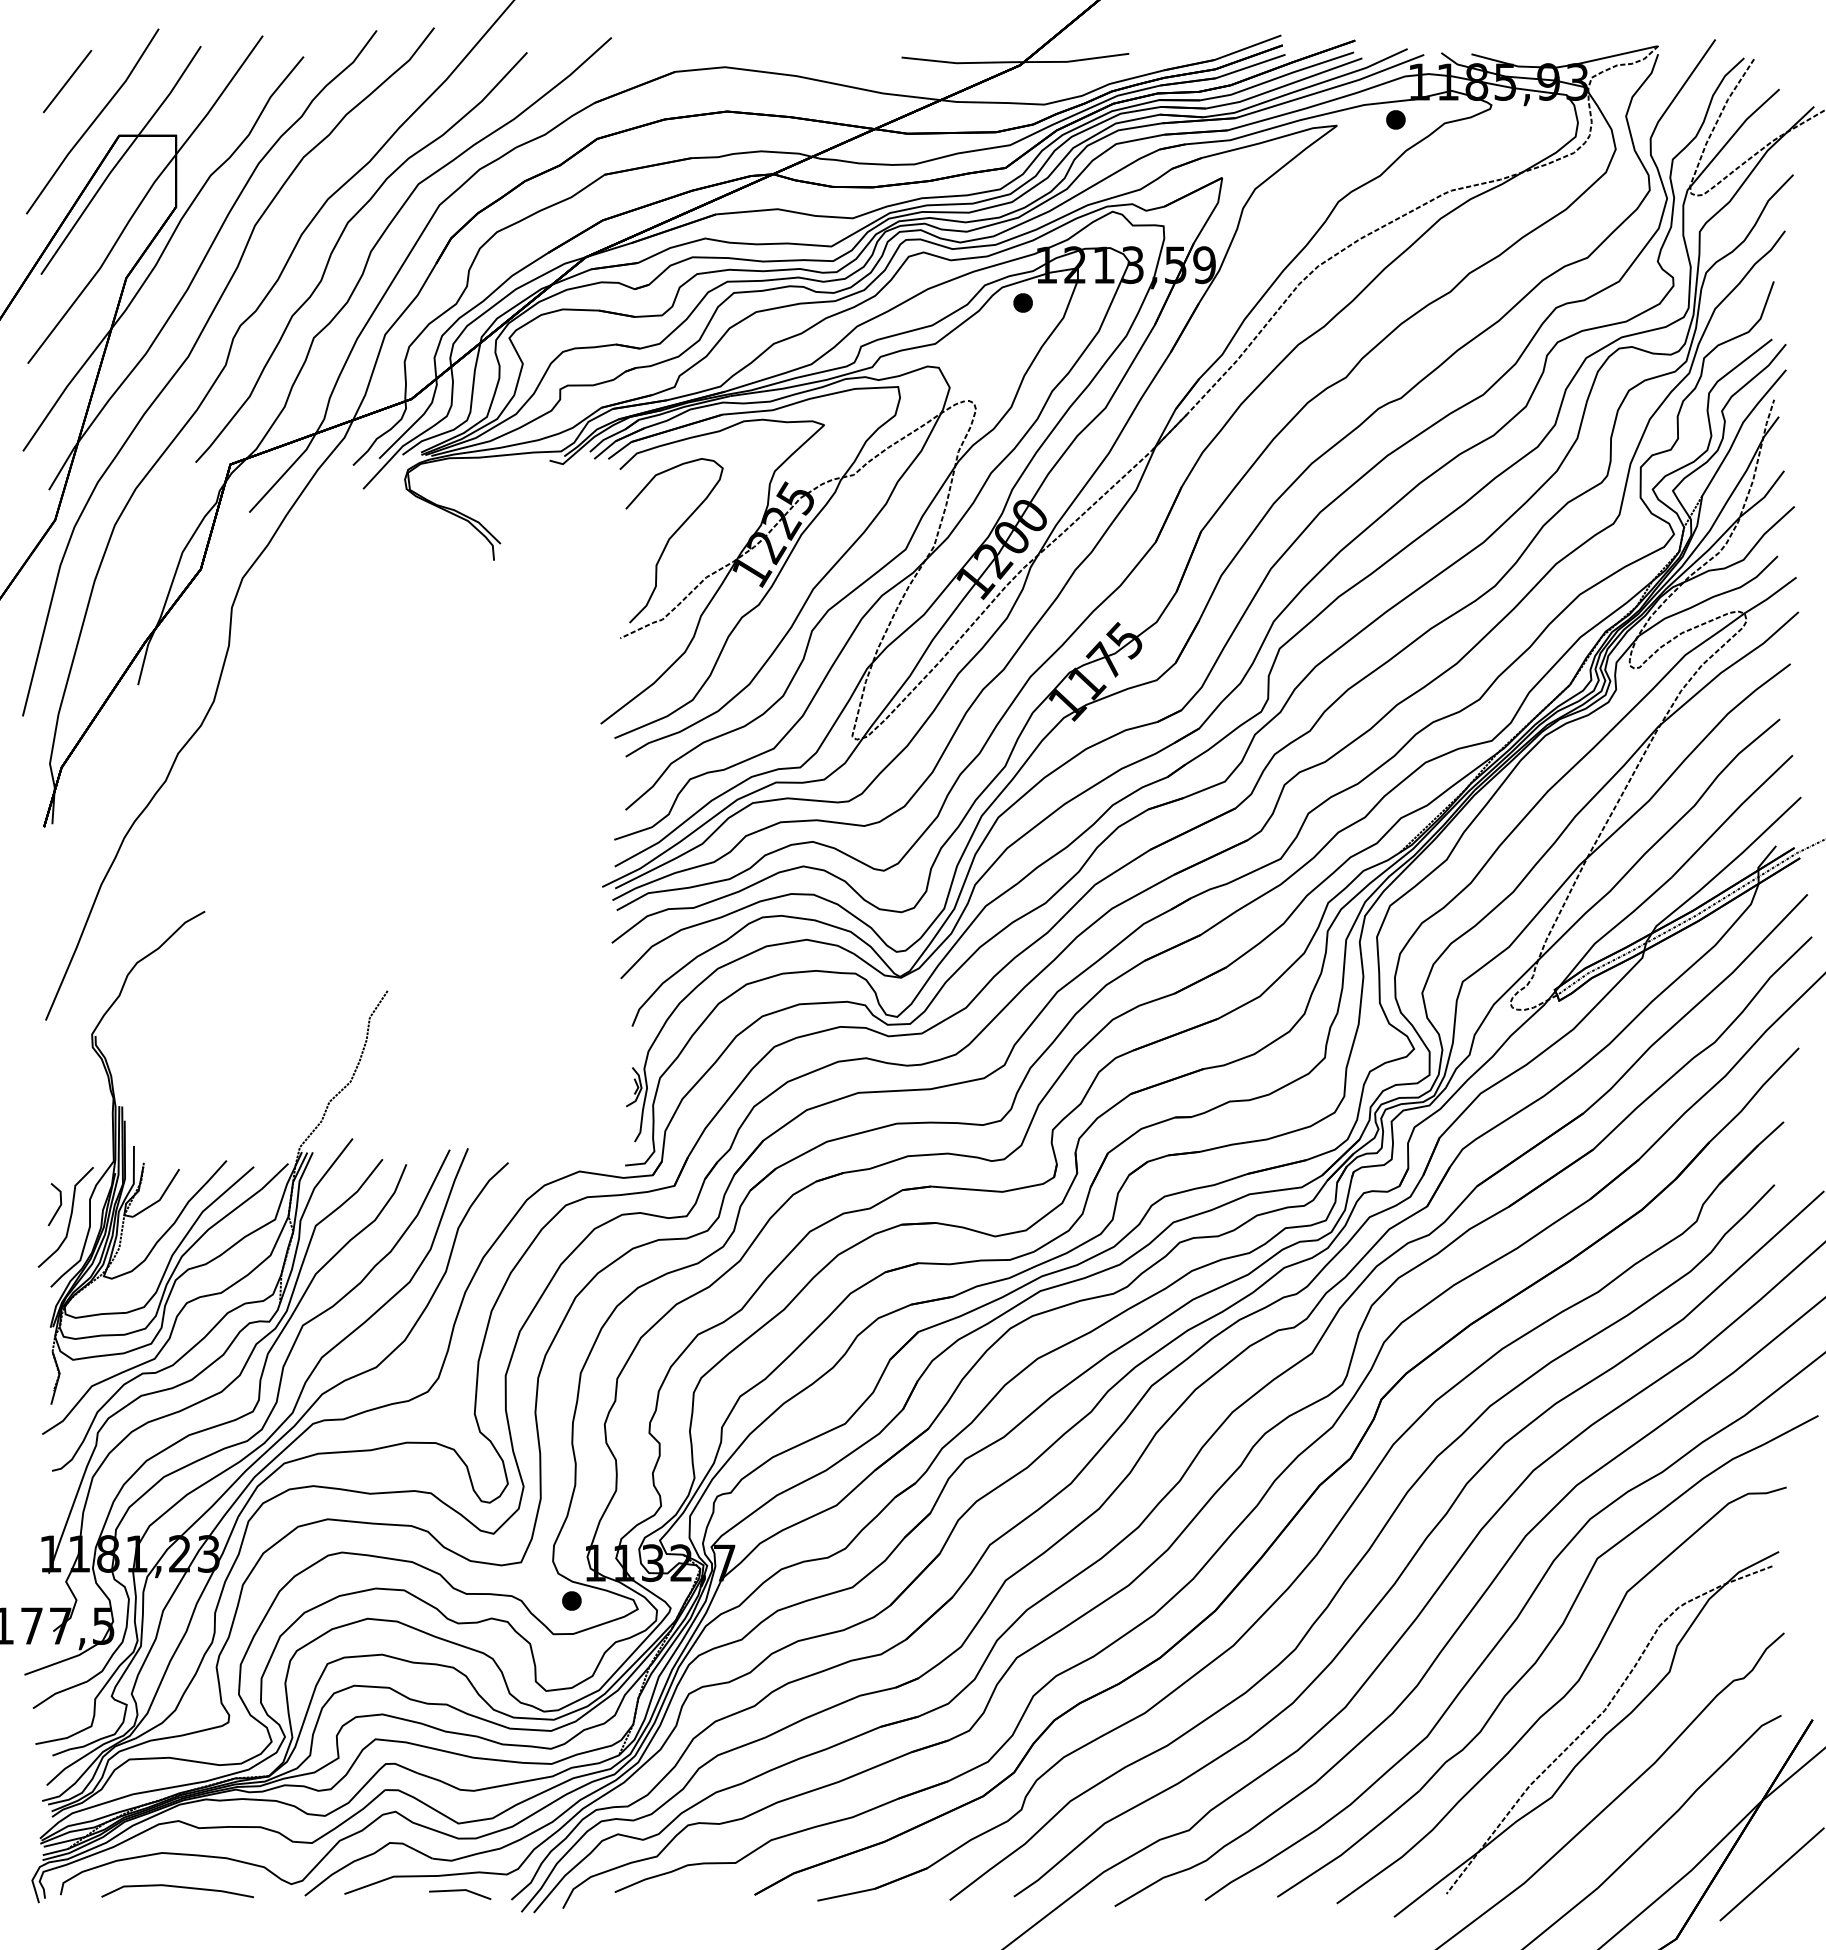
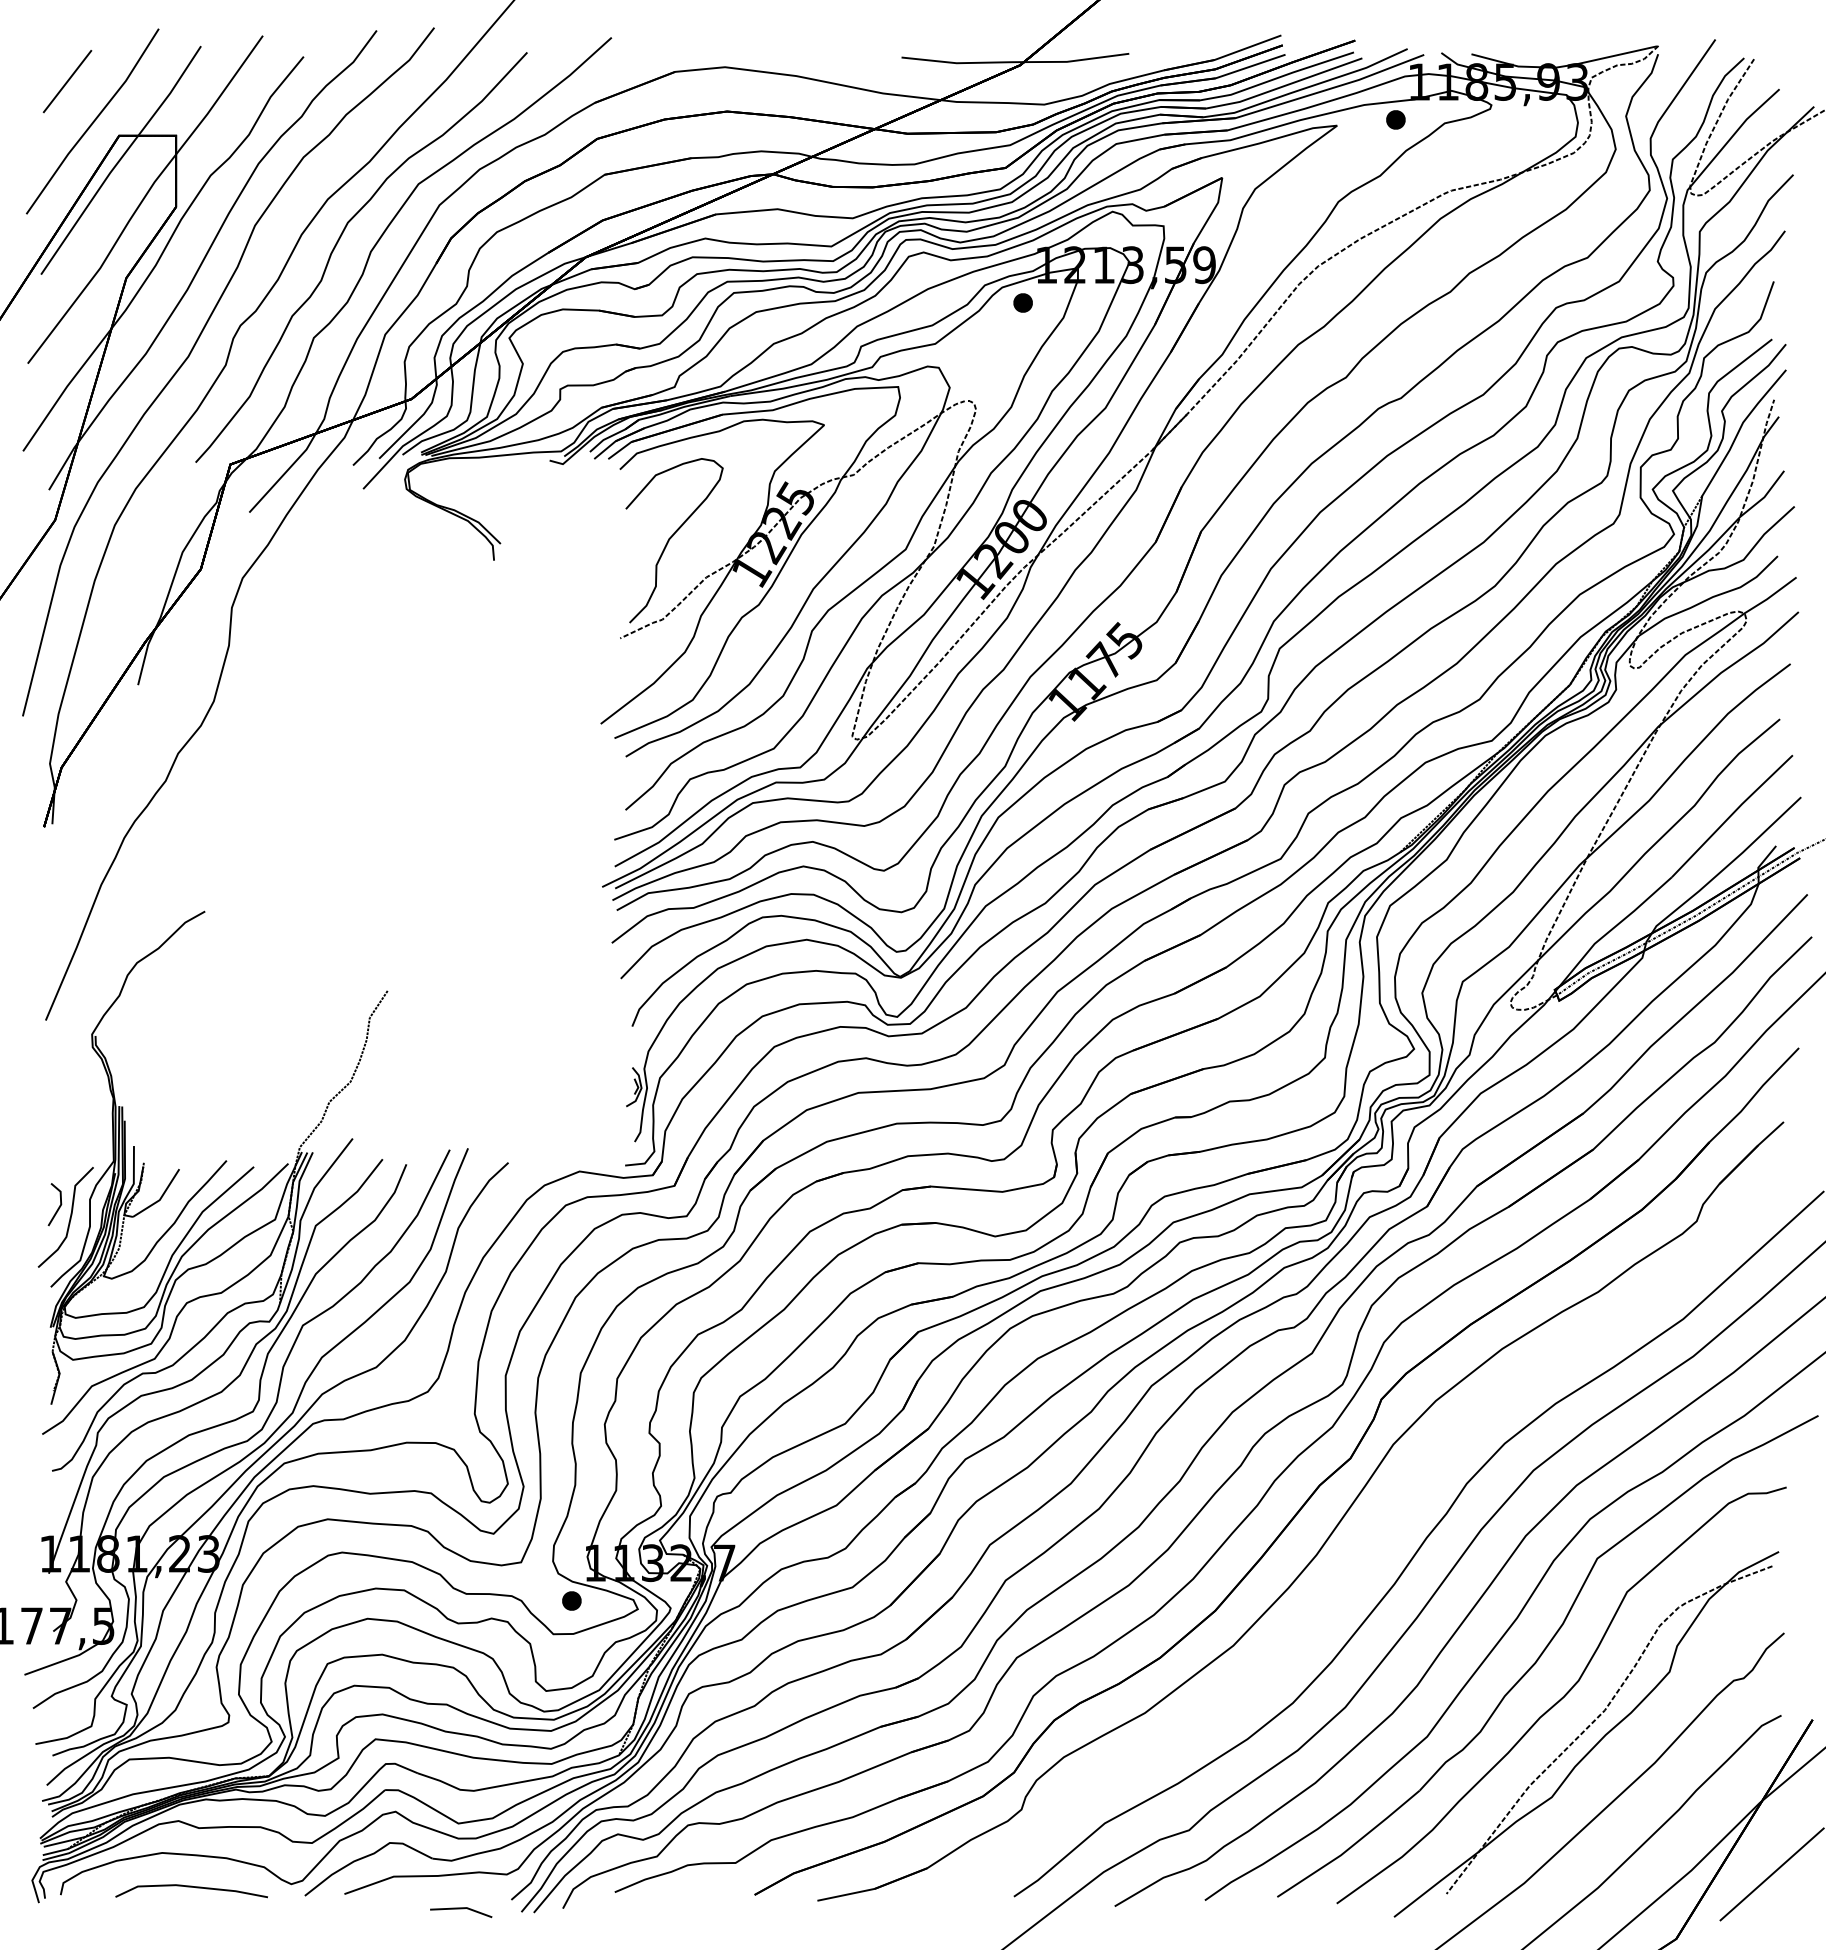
curve at (1368, 1548): present -> none
line at (177, 1887) position: (177, 1887) -> (191, 1887)
line at (460, 1891) position: (460, 1891) -> (461, 1909)
